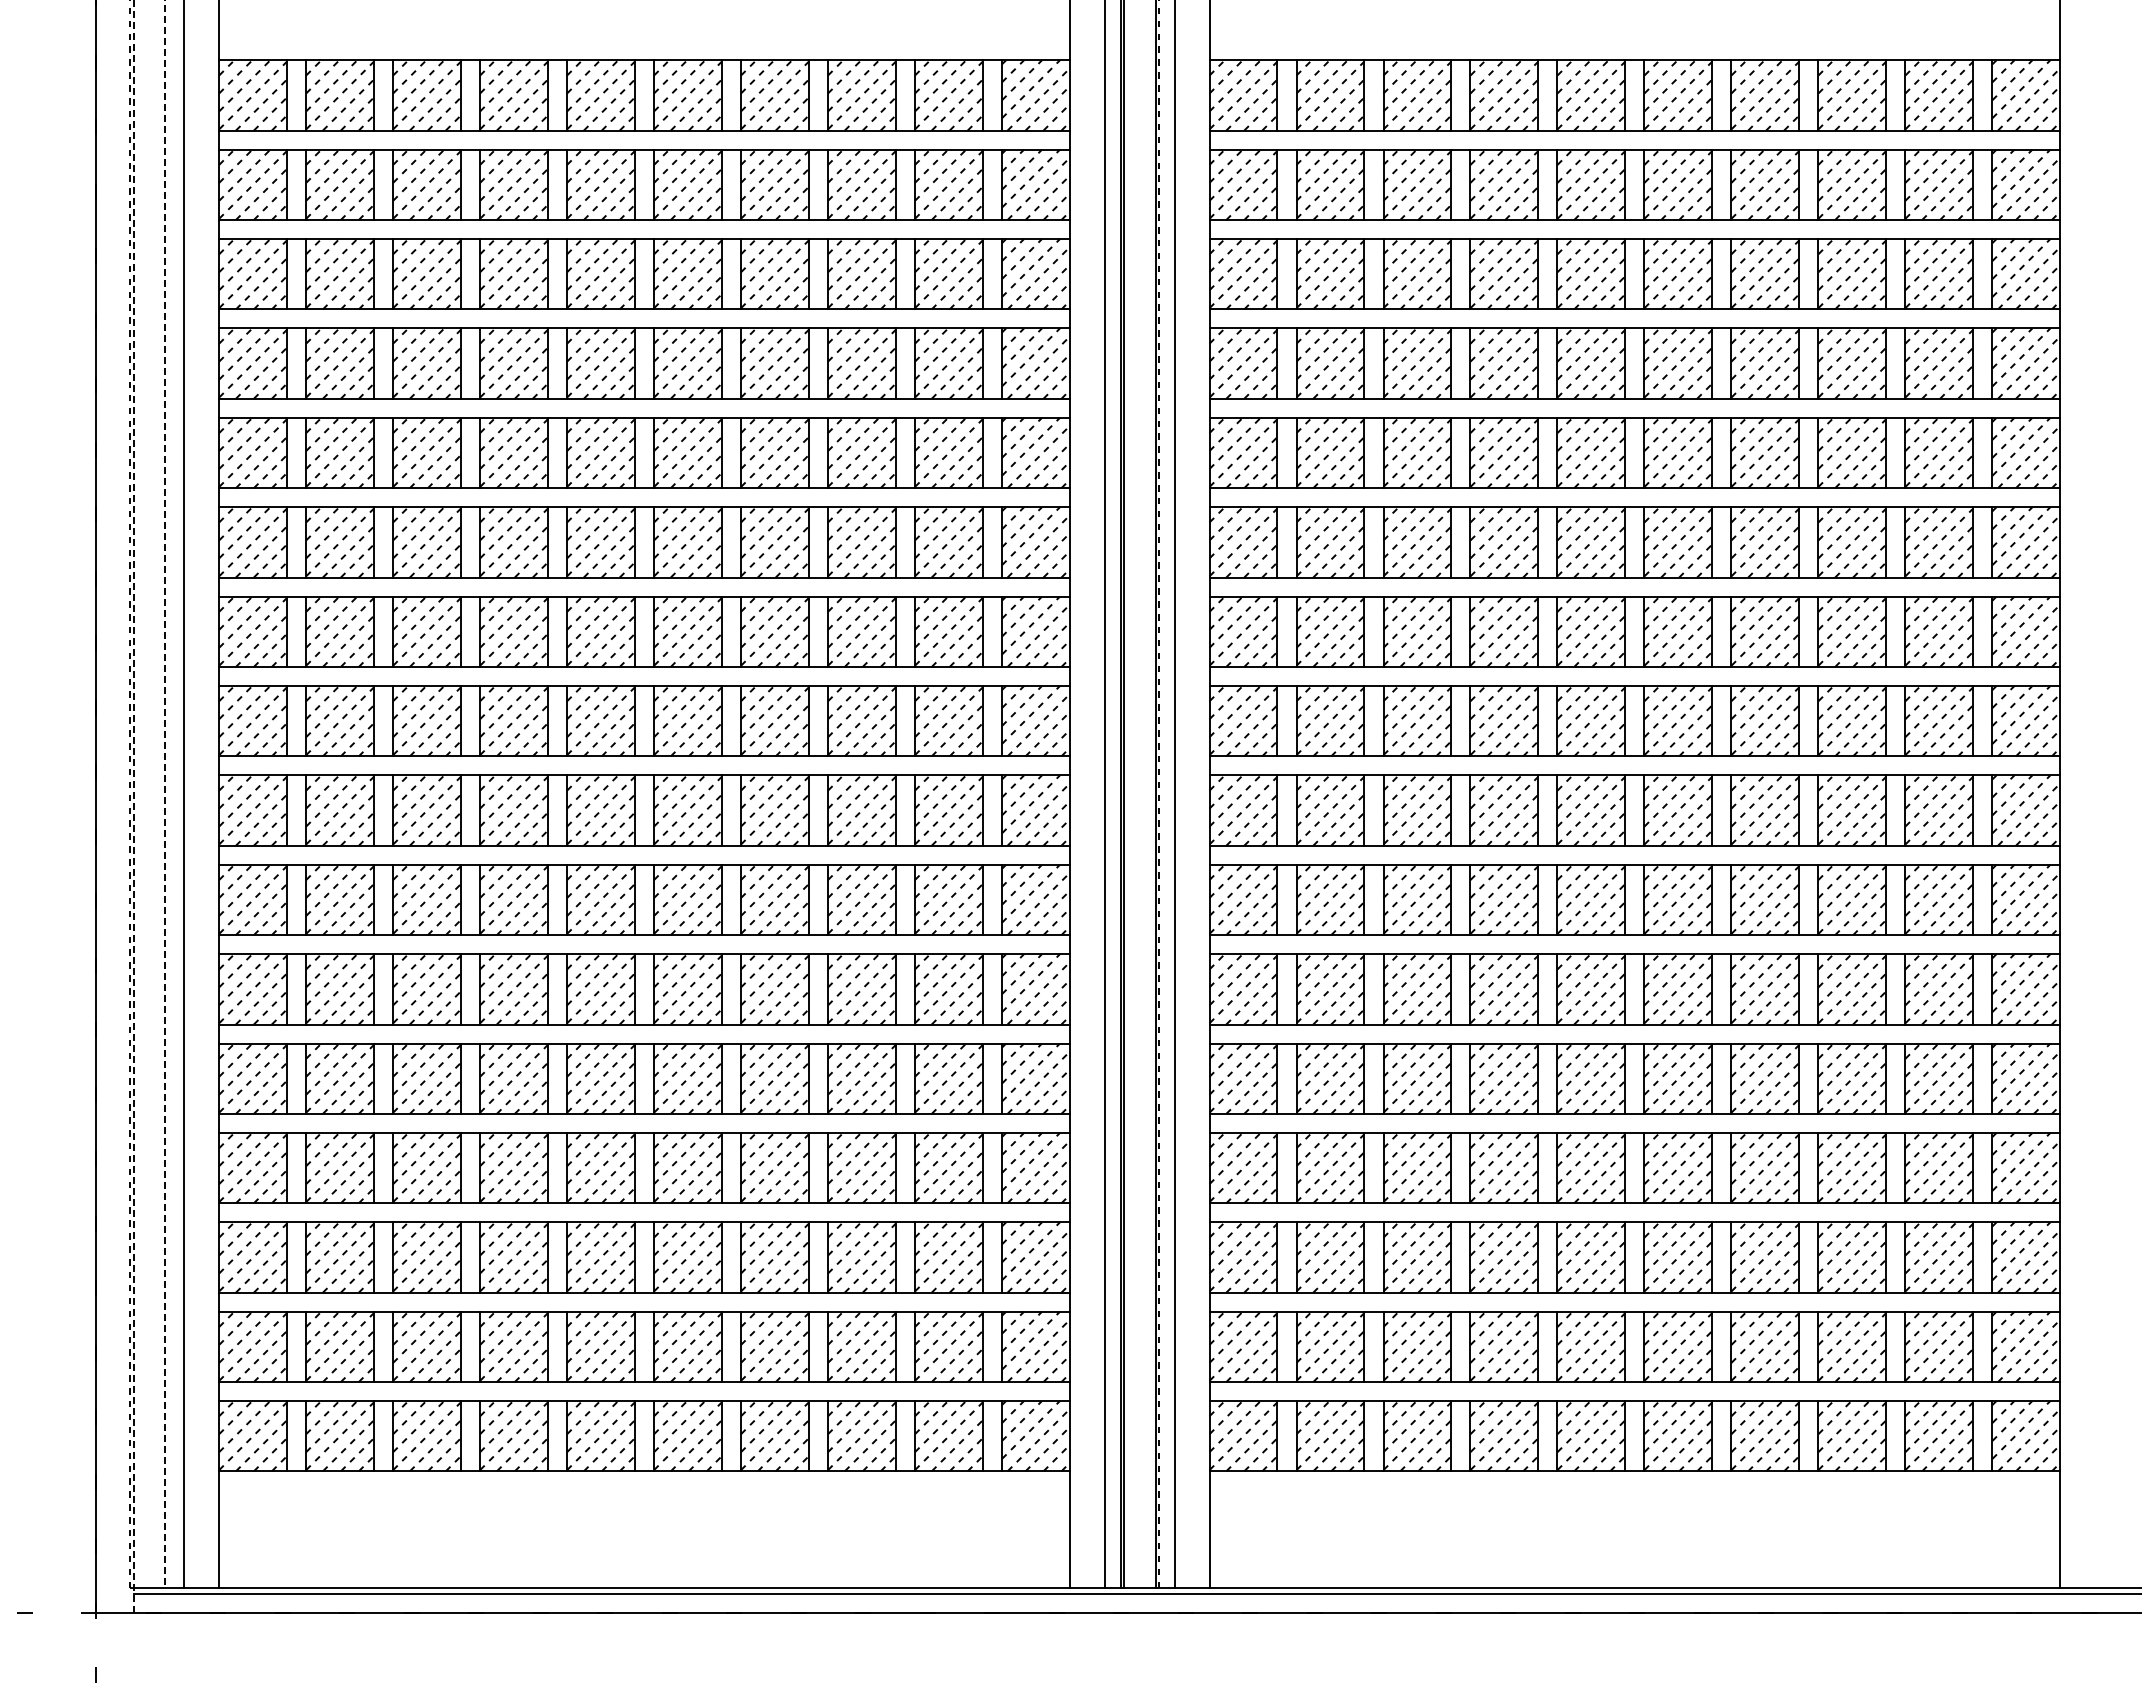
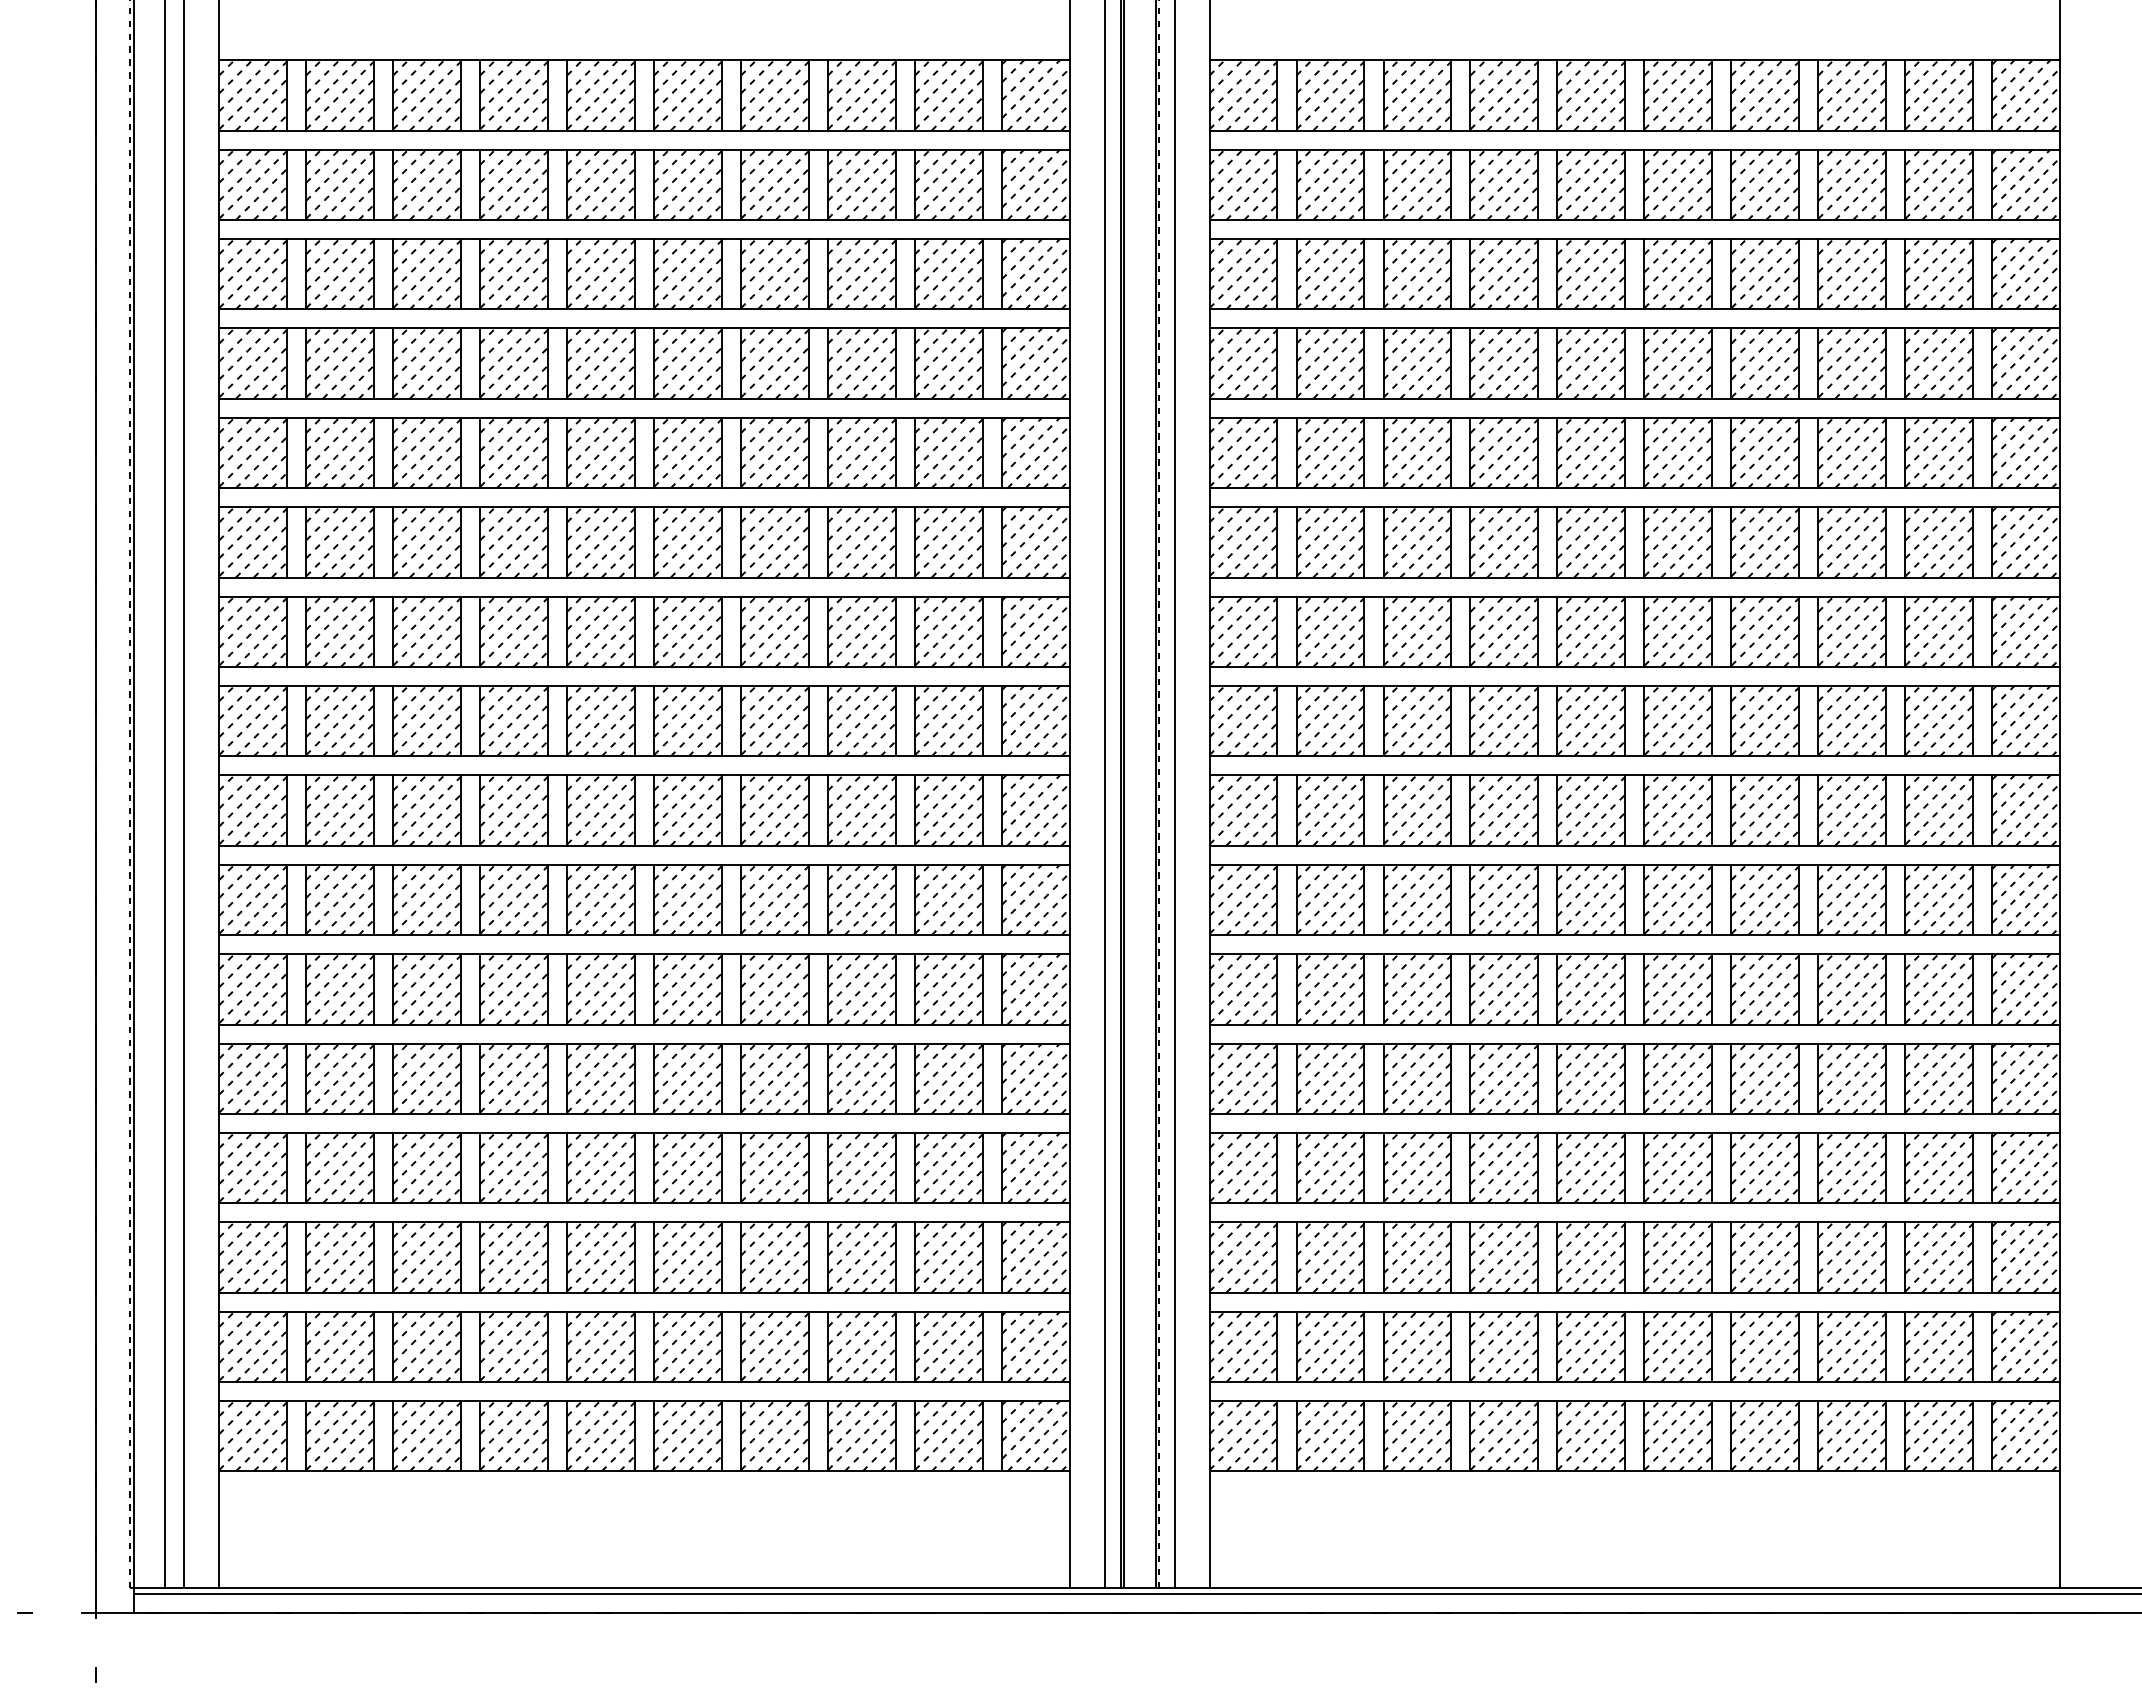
line at (165, 794): dashed -> solid
line at (134, 806): dashed -> solid
